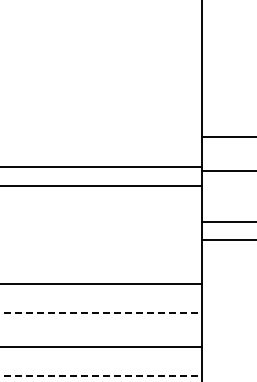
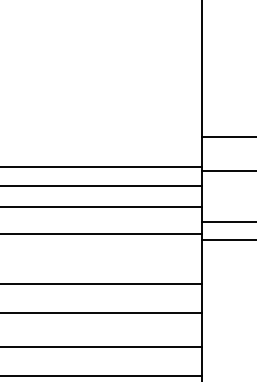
line at (101, 206): none -> present
line at (101, 233): none -> present
line at (101, 312): dashed -> solid
line at (101, 375): dashed -> solid
